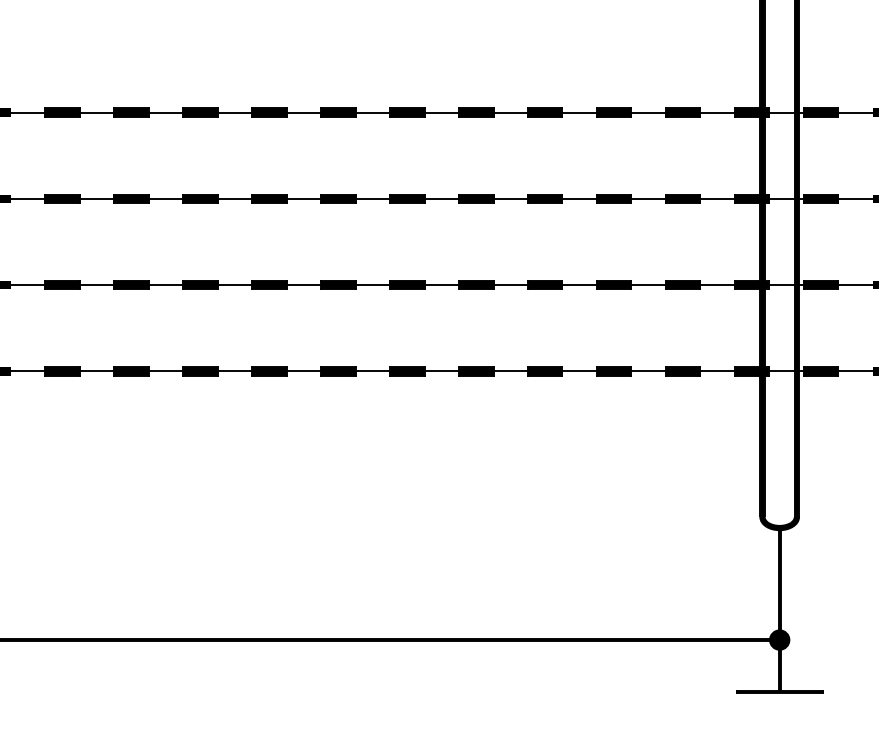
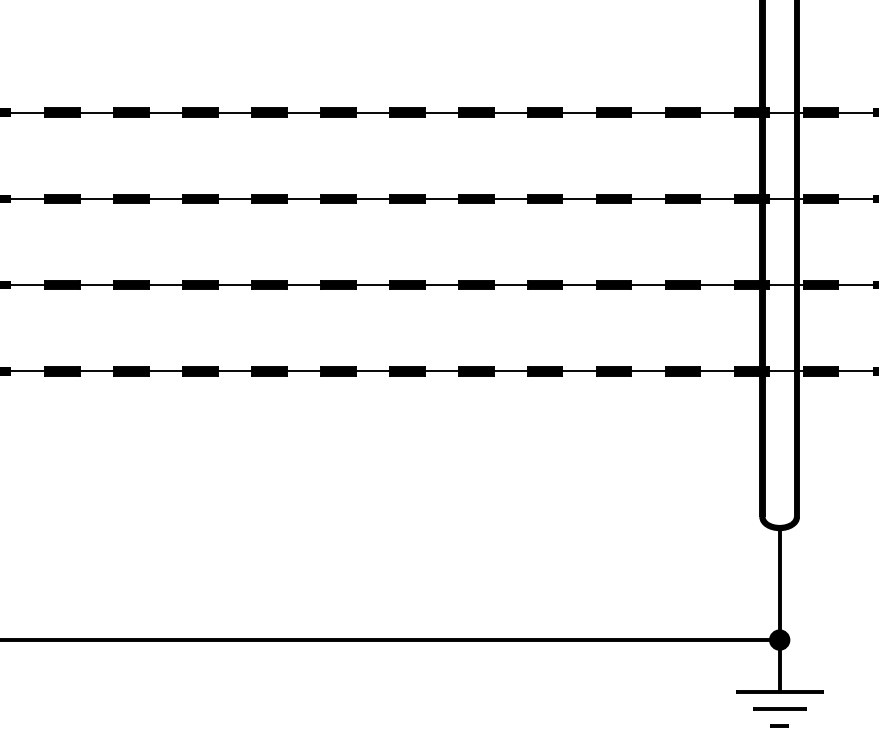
line at (779, 708): none -> present
line at (779, 725): none -> present
